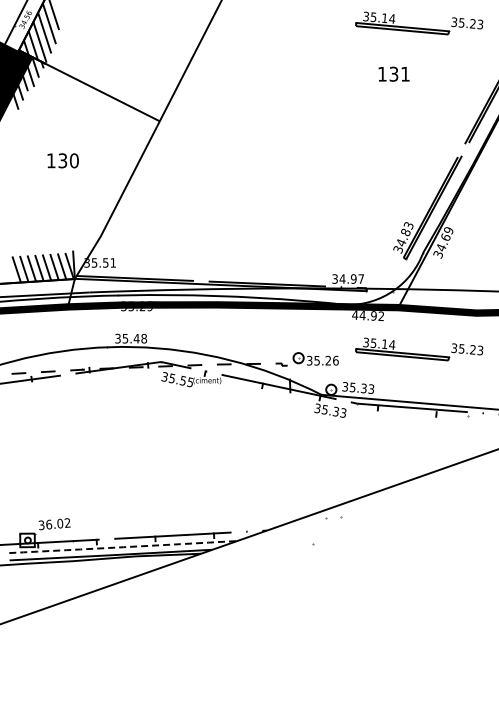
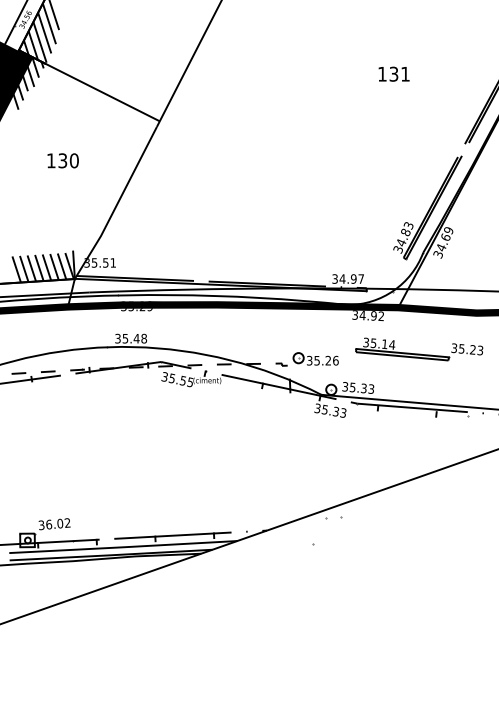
part at (419, 23): present -> none
text at (355, 314): 44.92 -> 34.92
arc at (123, 547): dashed -> solid
